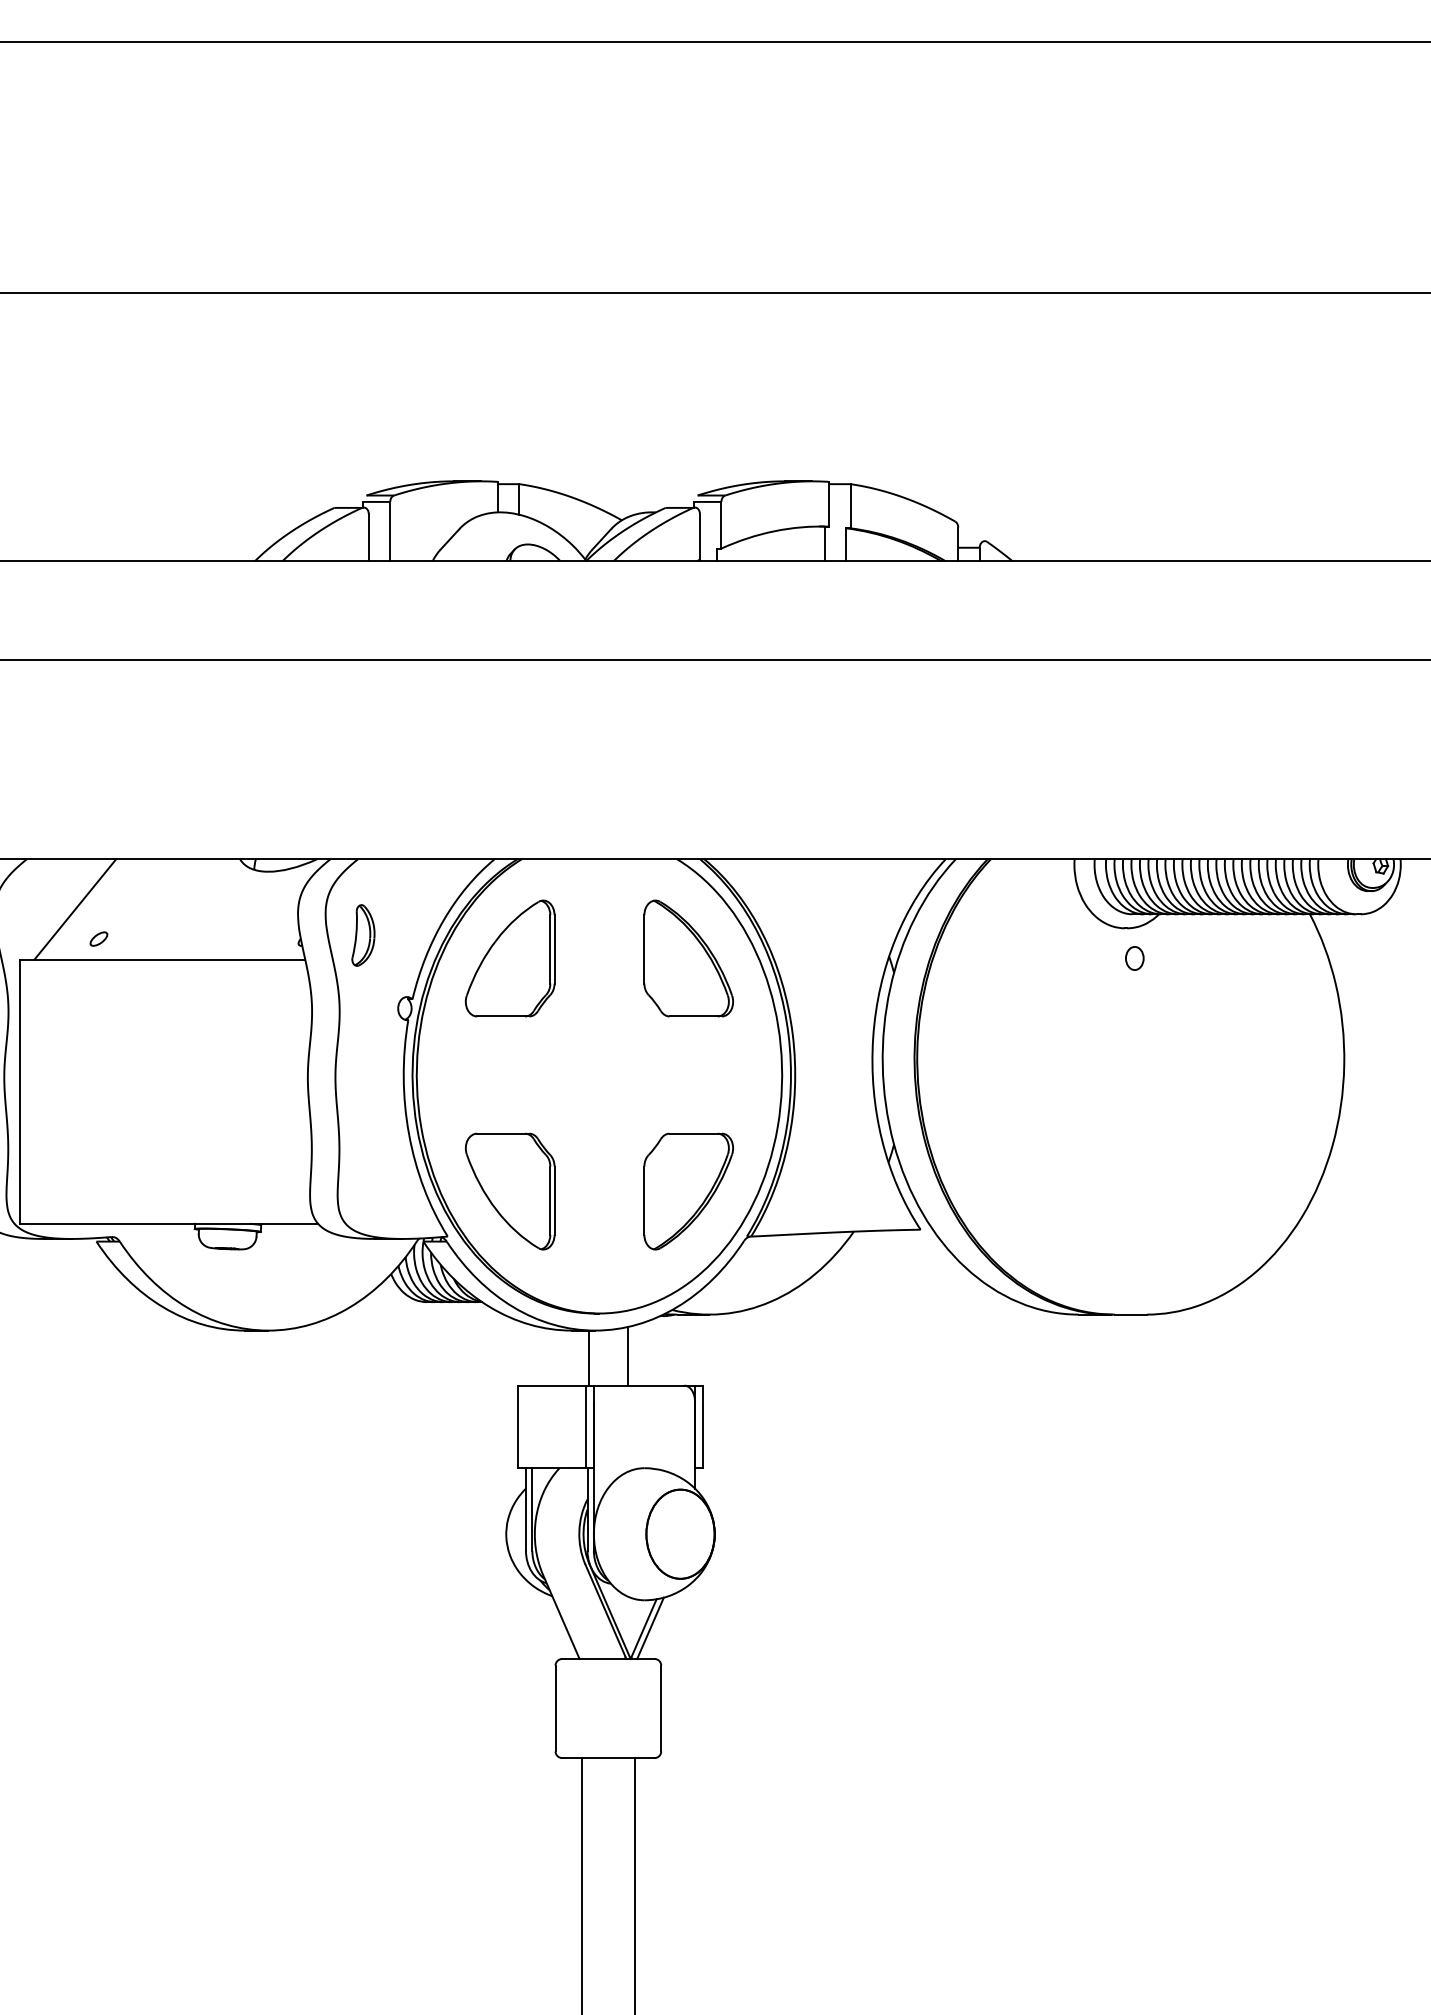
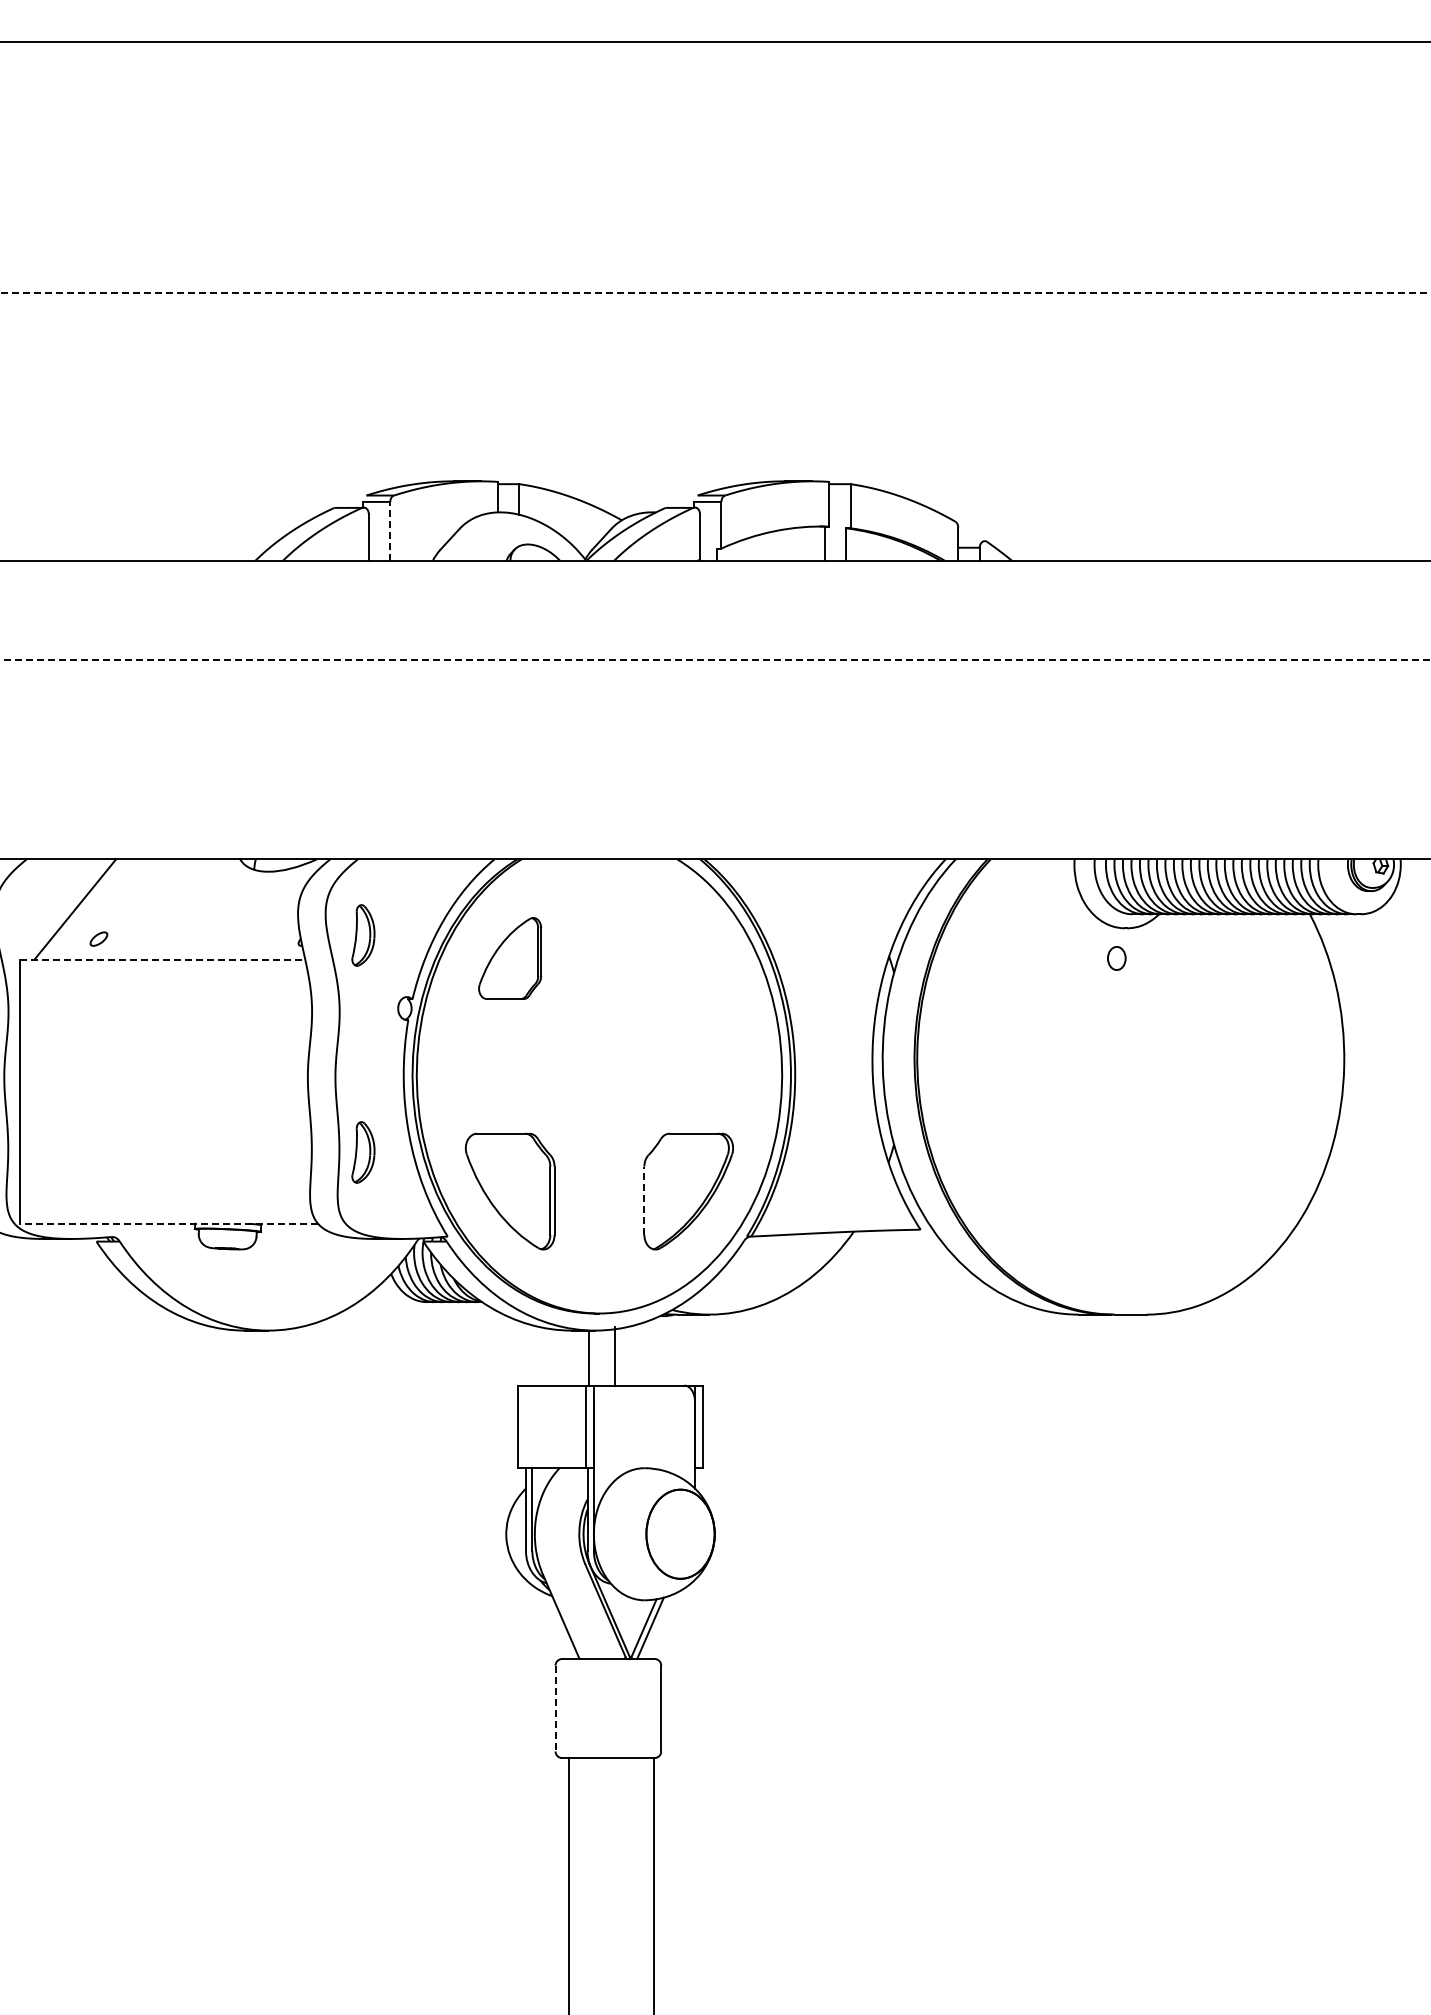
line at (715, 293): solid -> dashed
line at (390, 531): solid -> dashed
line at (716, 660): solid -> dashed
part at (509, 958) size: 92x119 px -> 65x83 px
part at (688, 958): present -> none
part at (1134, 958) position: (1134, 958) -> (1116, 958)
line at (162, 959): solid -> dashed
part at (363, 1152): none -> present
line at (644, 1200): solid -> dashed
line at (169, 1223): solid -> dashed
line at (628, 1355) position: (628, 1355) -> (615, 1355)
line at (555, 1708): solid -> dashed
line at (581, 1884) position: (581, 1884) -> (568, 1884)
line at (634, 1884) position: (634, 1884) -> (653, 1884)
